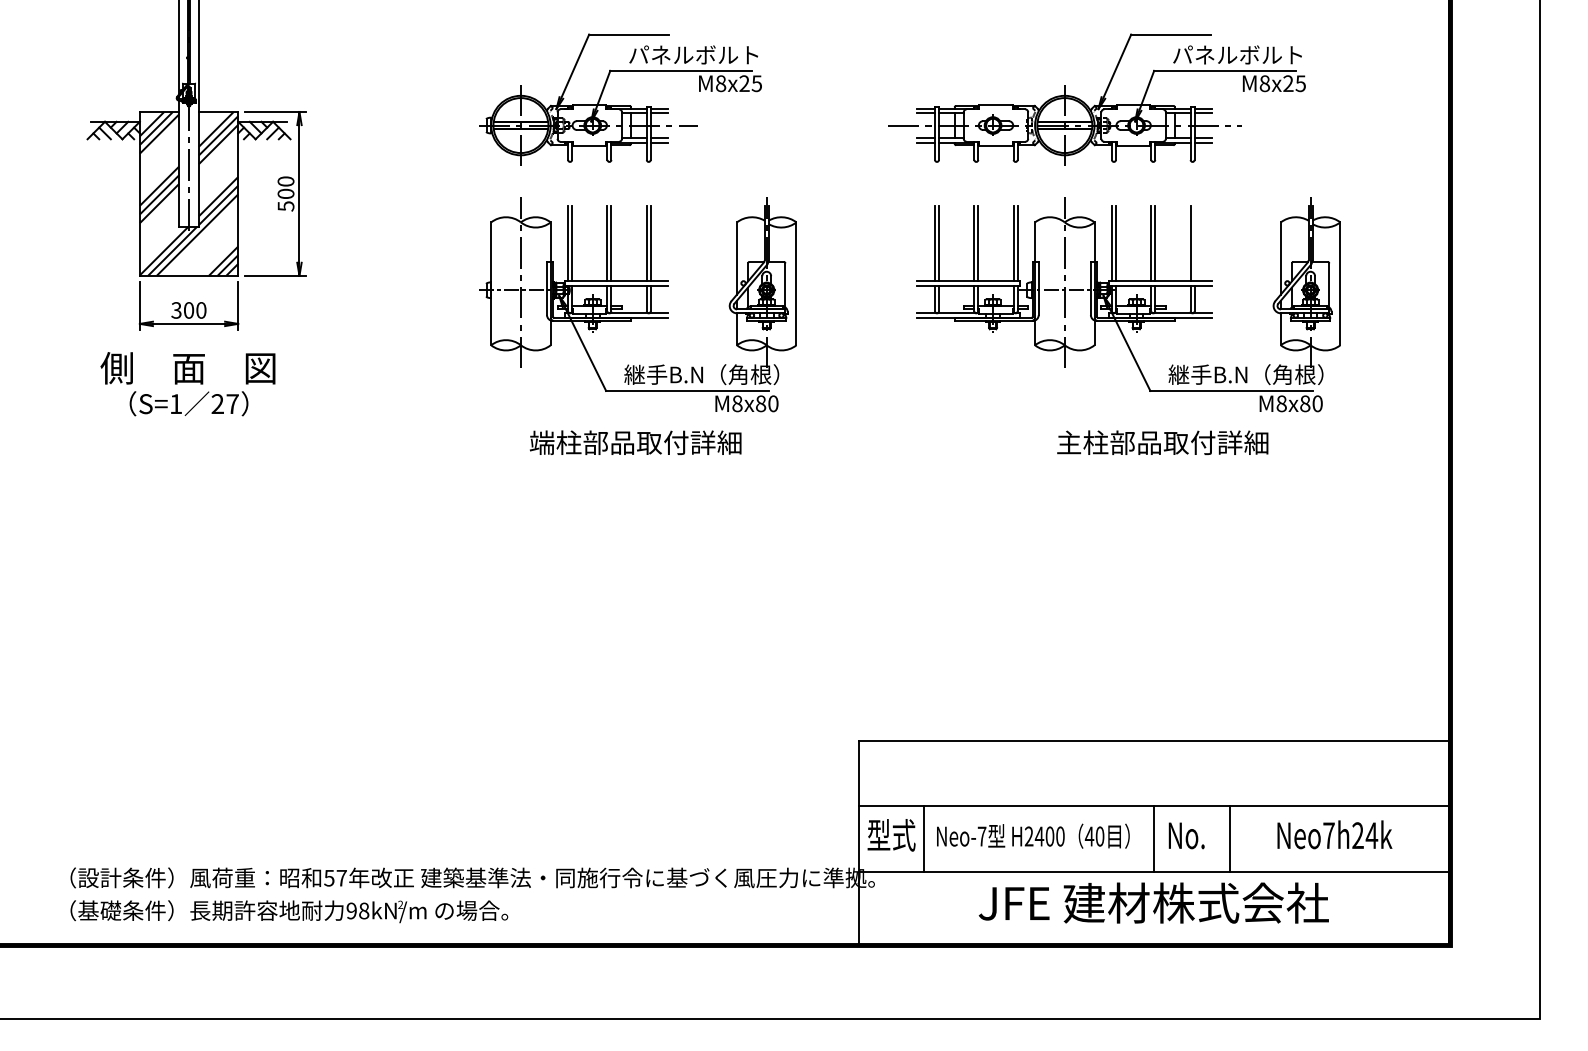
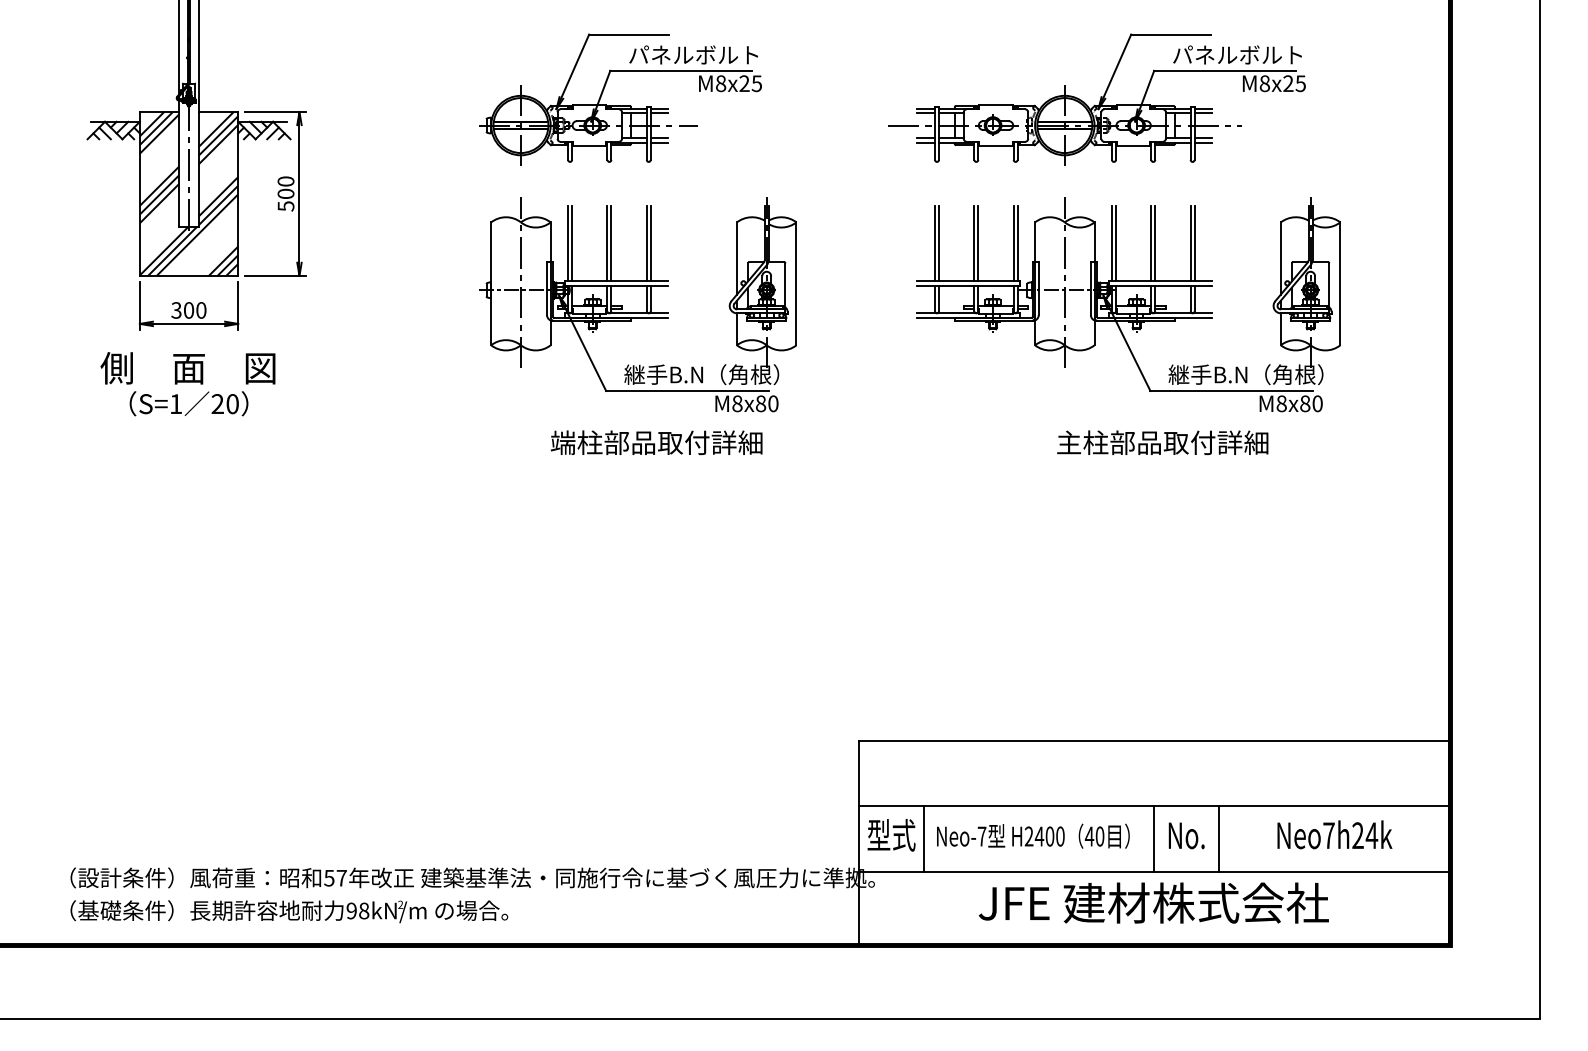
line at (1194, 243): none -> present
text at (232, 404): 27 -> 20
text at (635, 442) position: (635, 442) -> (656, 442)
line at (1230, 838) position: (1230, 838) -> (1219, 838)
